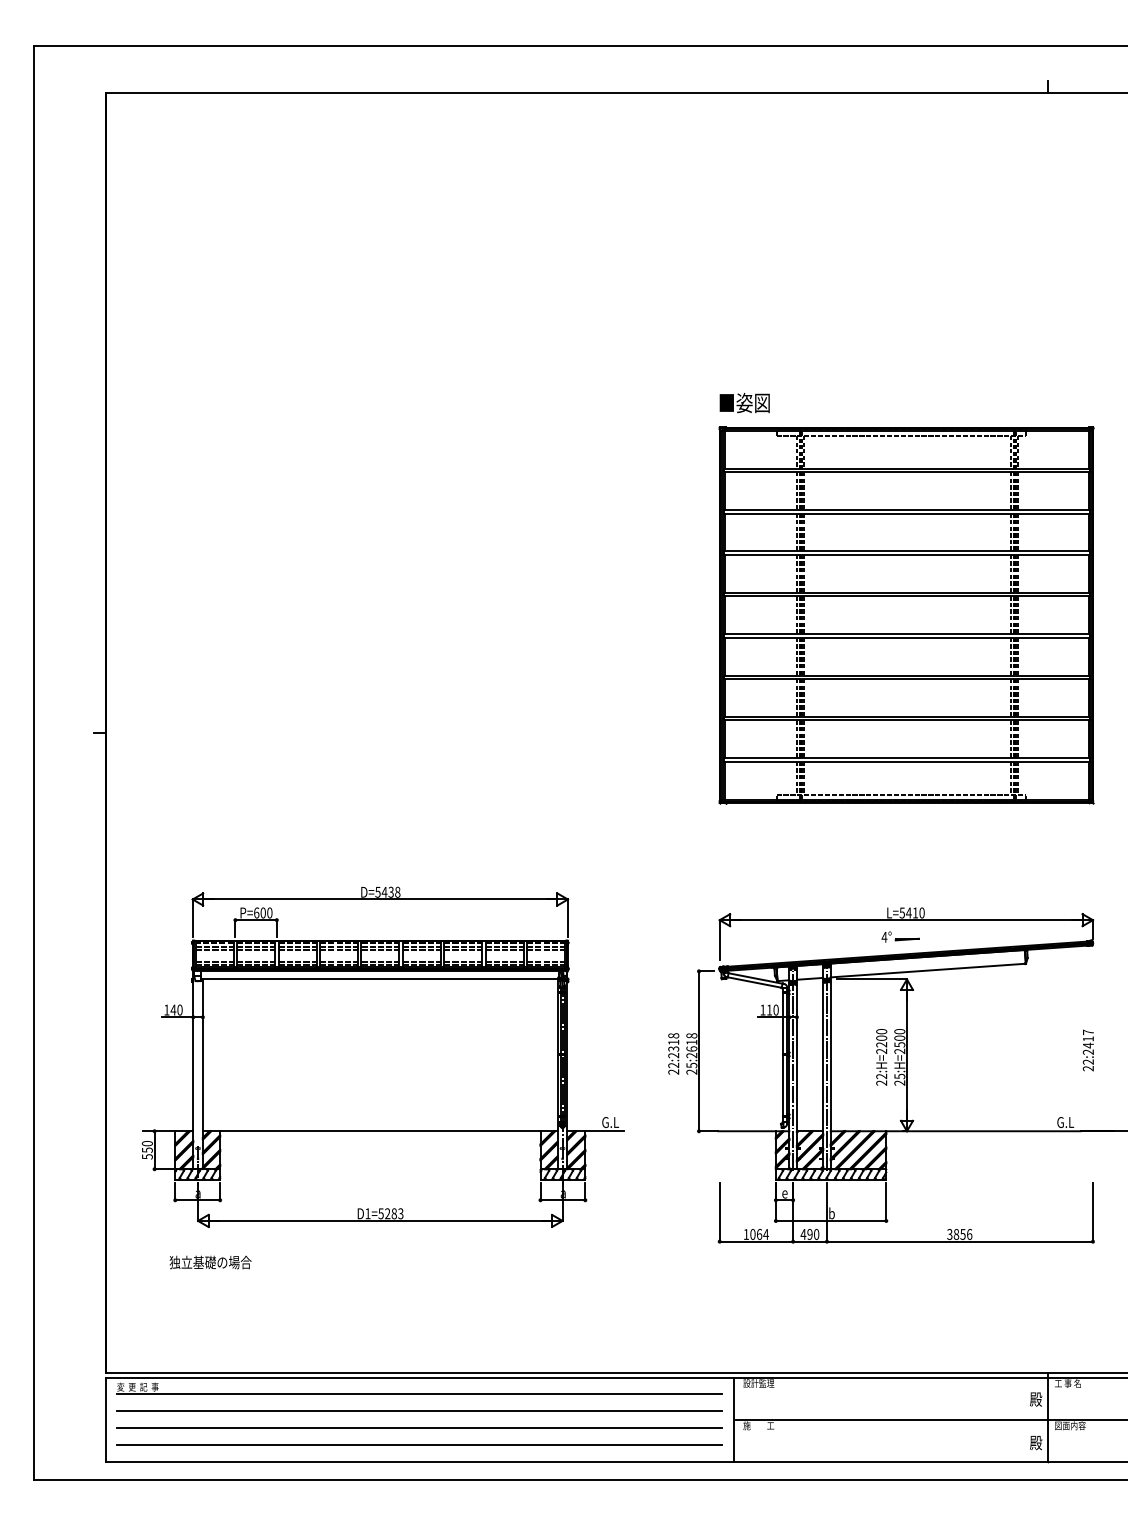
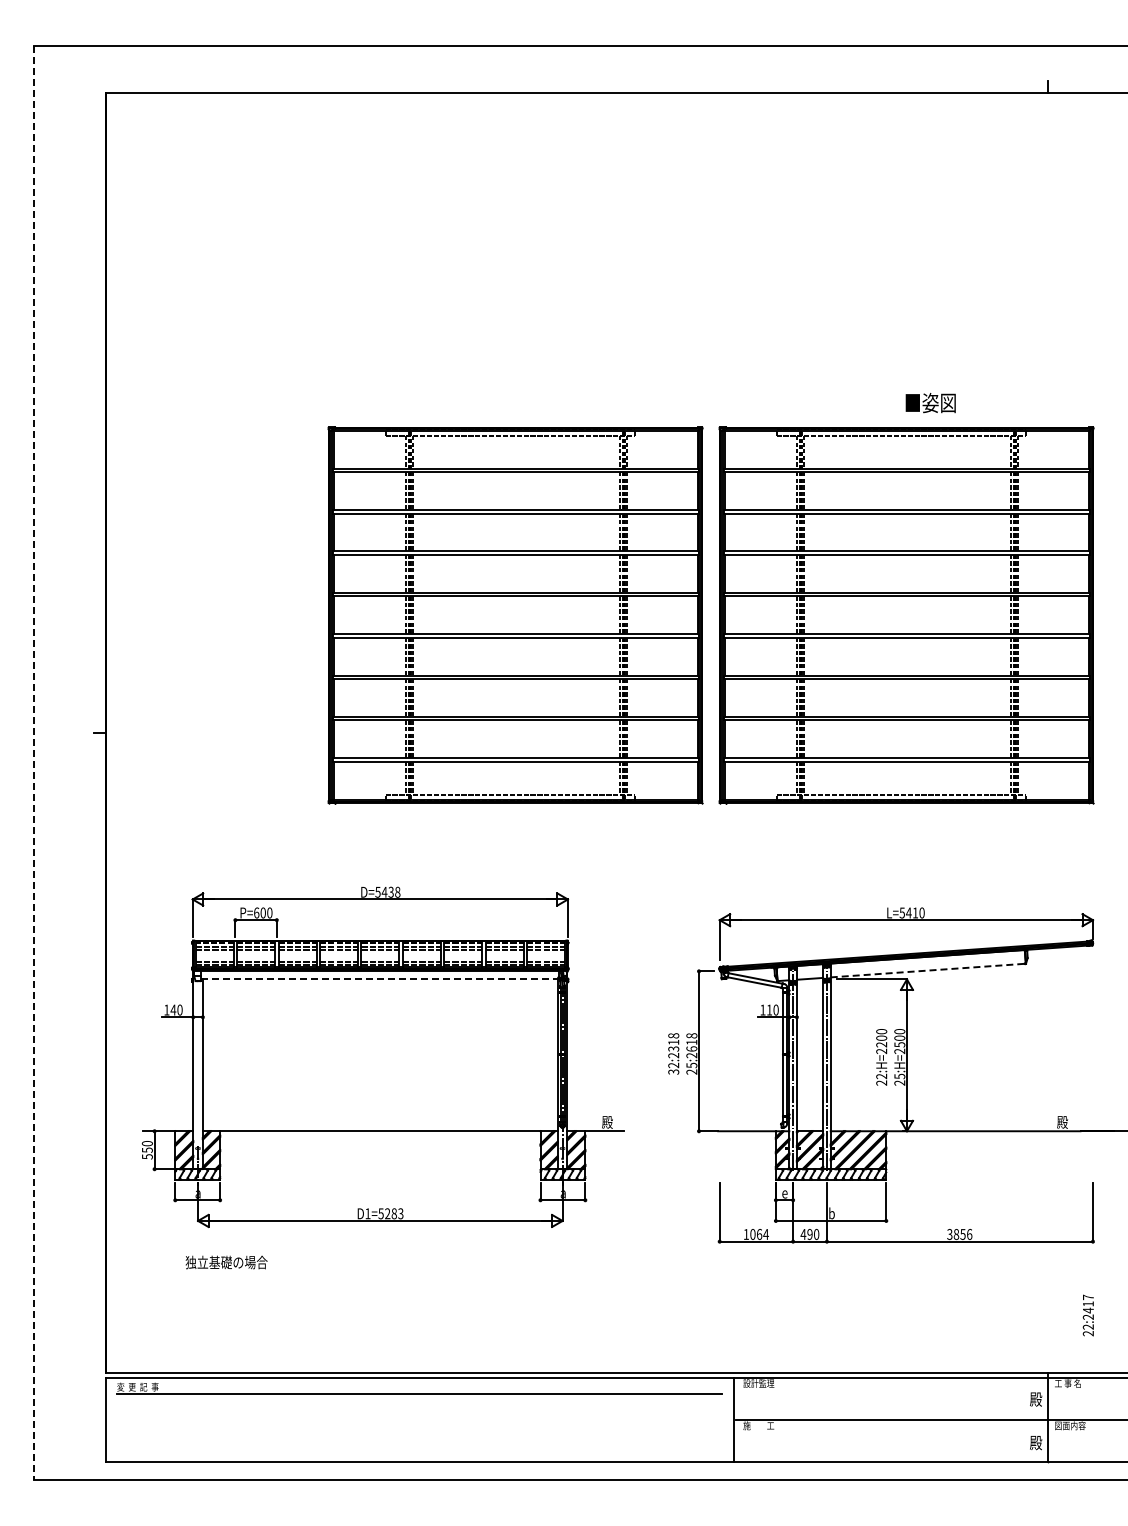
text at (744, 403) position: (744, 403) -> (930, 403)
part at (515, 615): none -> present
line at (33, 763): solid -> dashed
part at (900, 936): present -> none
line at (928, 970): solid -> dashed
line at (380, 979): solid -> dashed
text at (1087, 1050) position: (1087, 1050) -> (1087, 1315)
text at (674, 1071): 22:2318 -> 32:2318
text at (610, 1122): G.L -> 殿
text at (1065, 1122): G.L -> 殿
text at (210, 1262) position: (210, 1262) -> (226, 1262)
line at (419, 1411): present -> none
line at (419, 1428): present -> none
line at (419, 1445): present -> none
